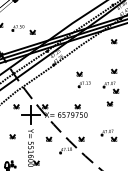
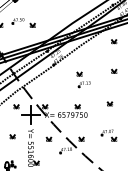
part at (23, 29) position: (23, 29) -> (23, 22)
part at (110, 87): present -> none
